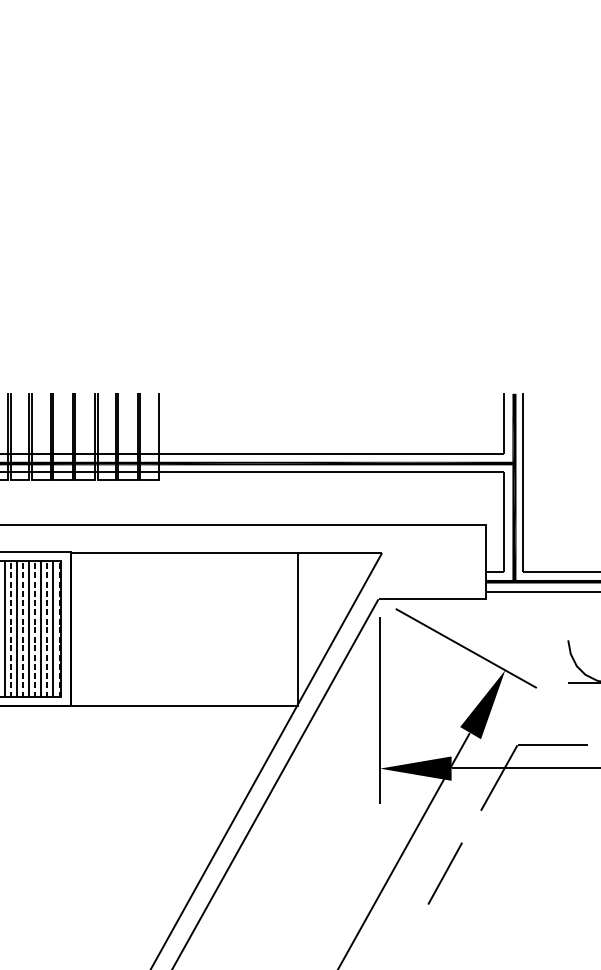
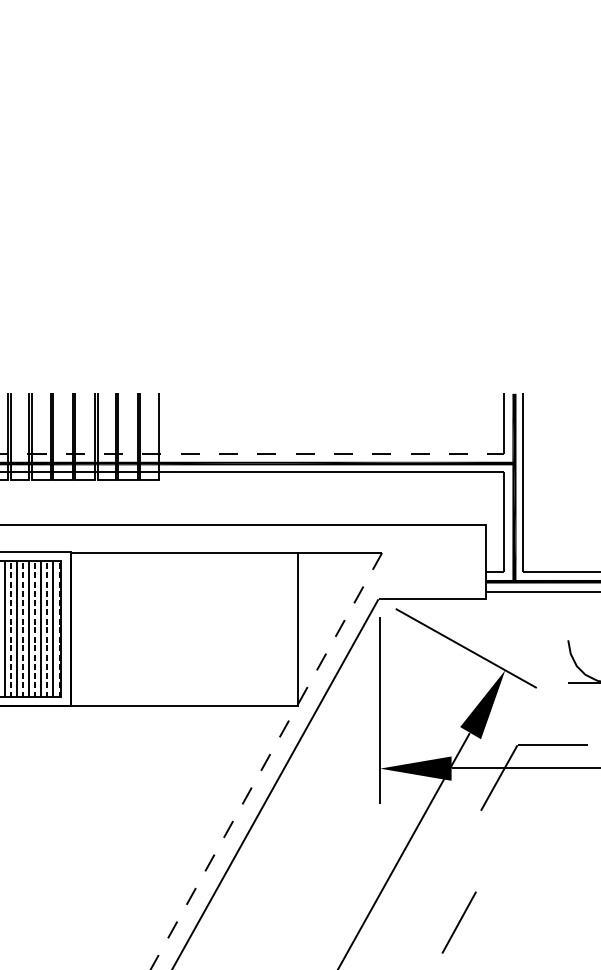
line at (251, 454): solid -> dashed
line at (266, 761): solid -> dashed
line at (444, 873) position: (444, 873) -> (458, 922)
